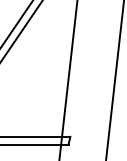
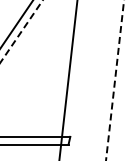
line at (21, 31): solid -> dashed
line at (115, 79): solid -> dashed
